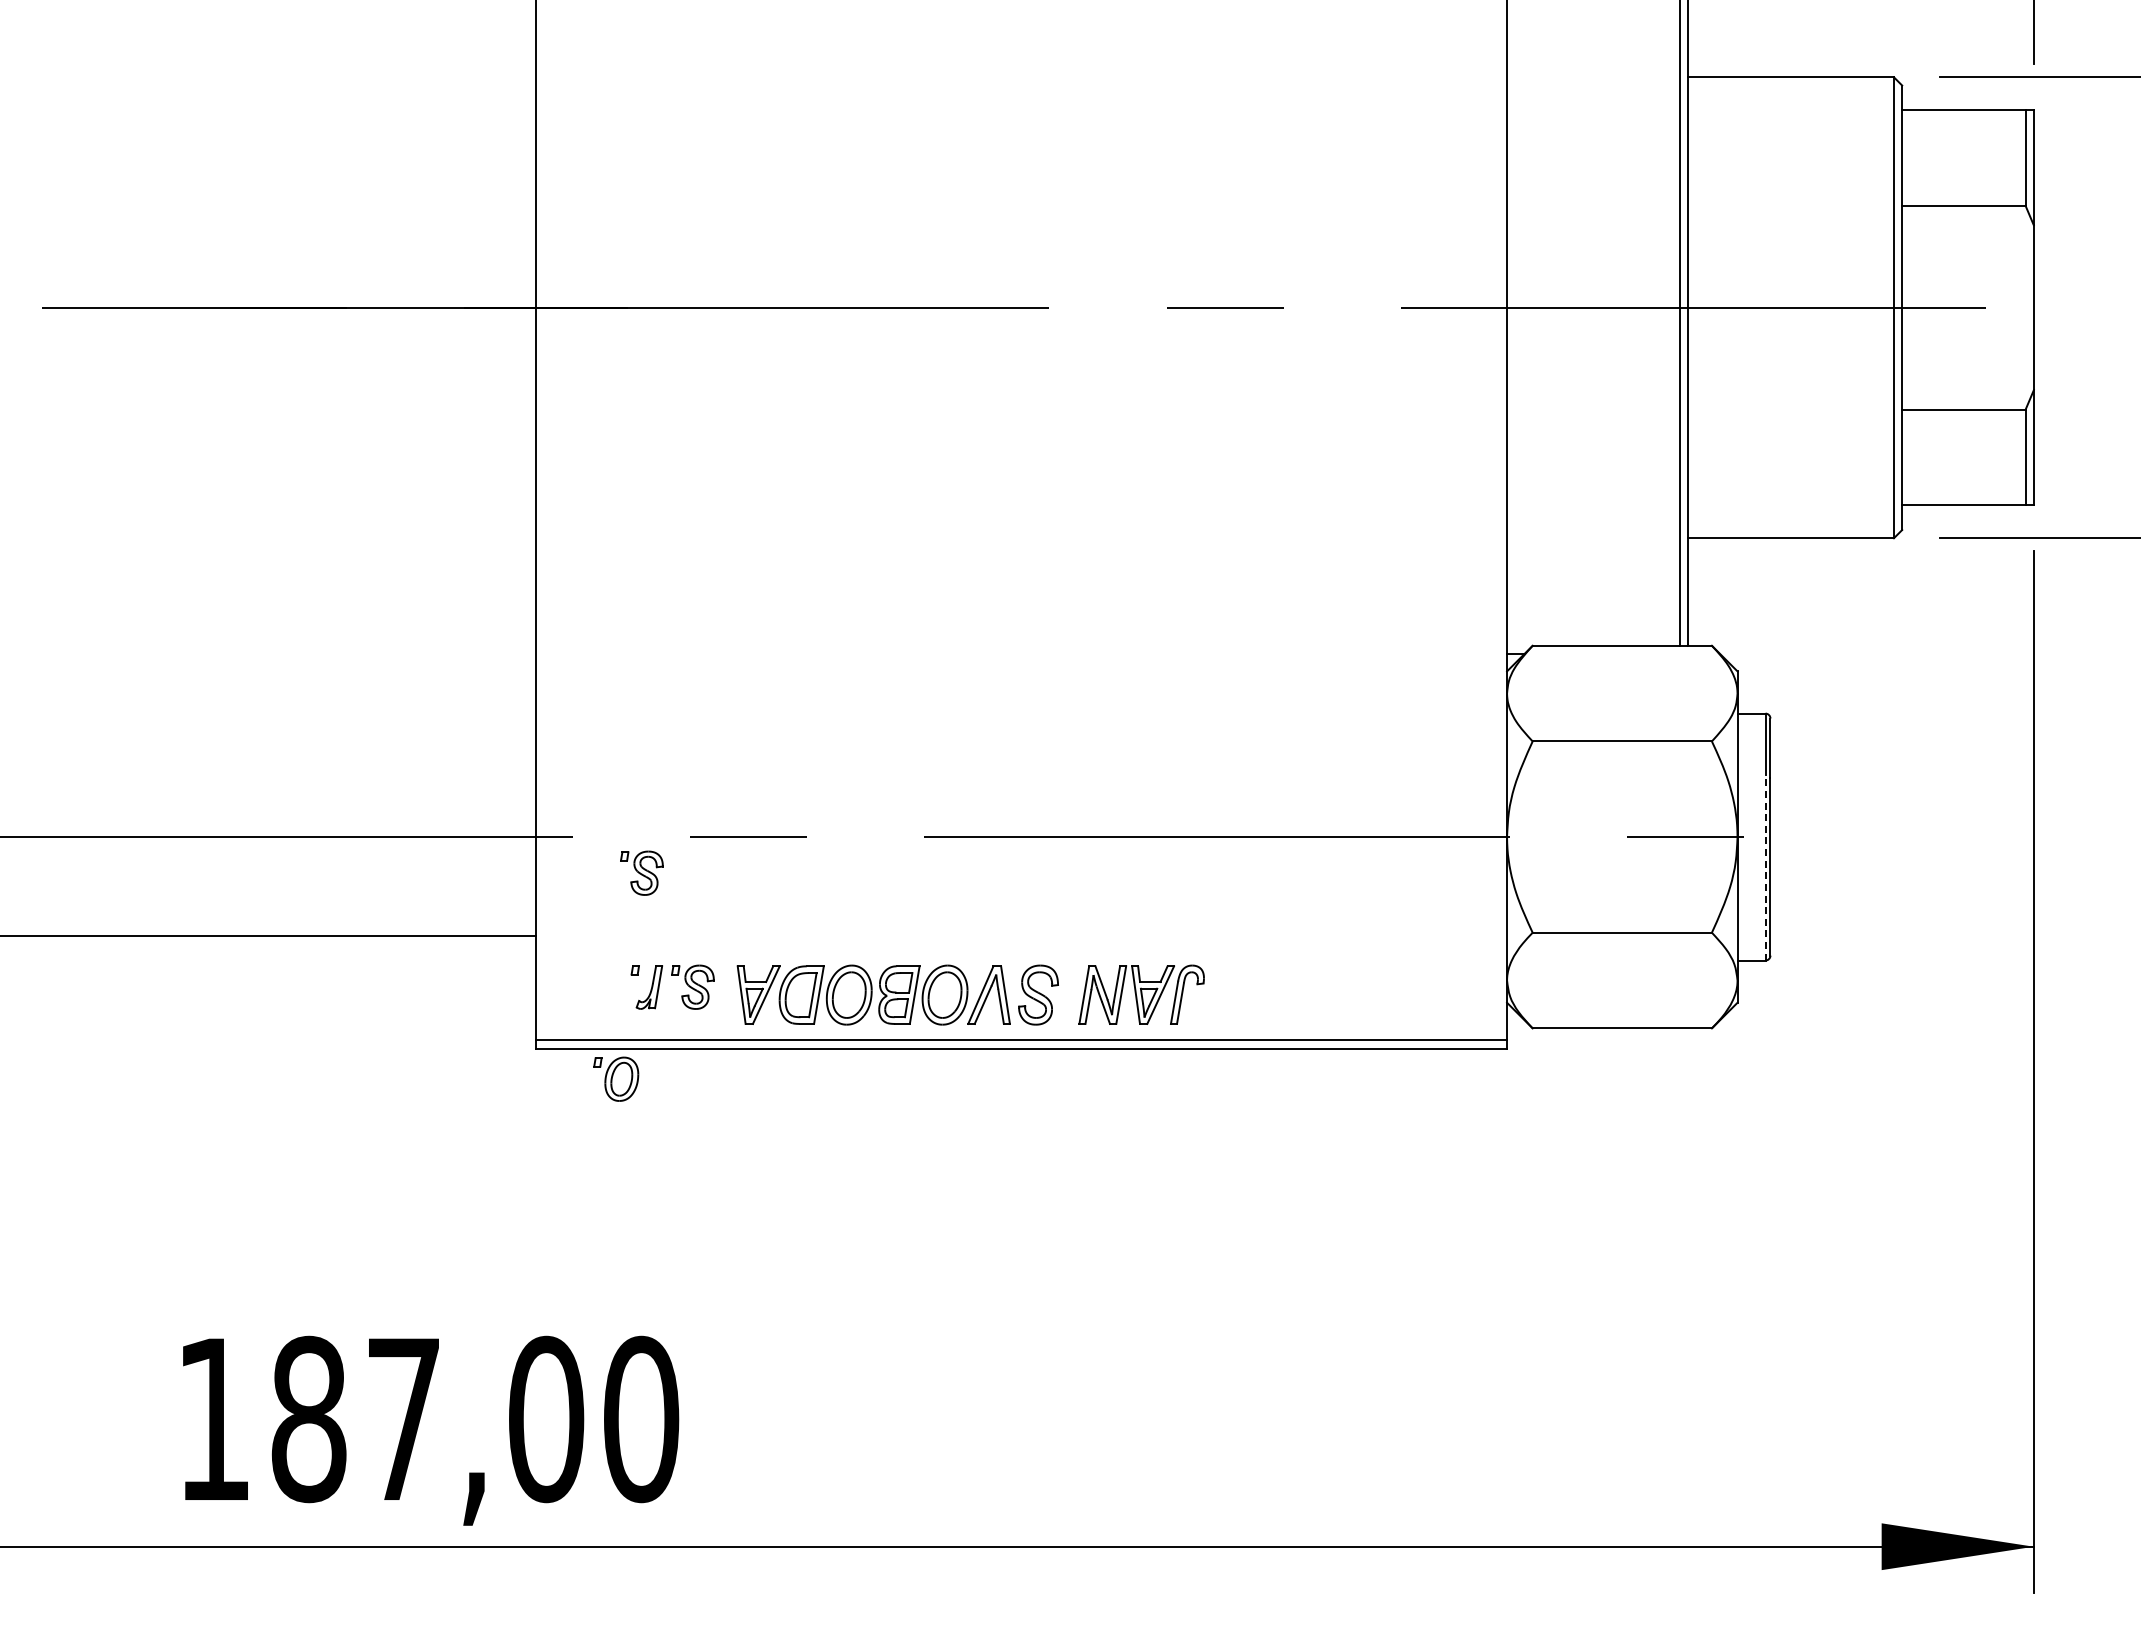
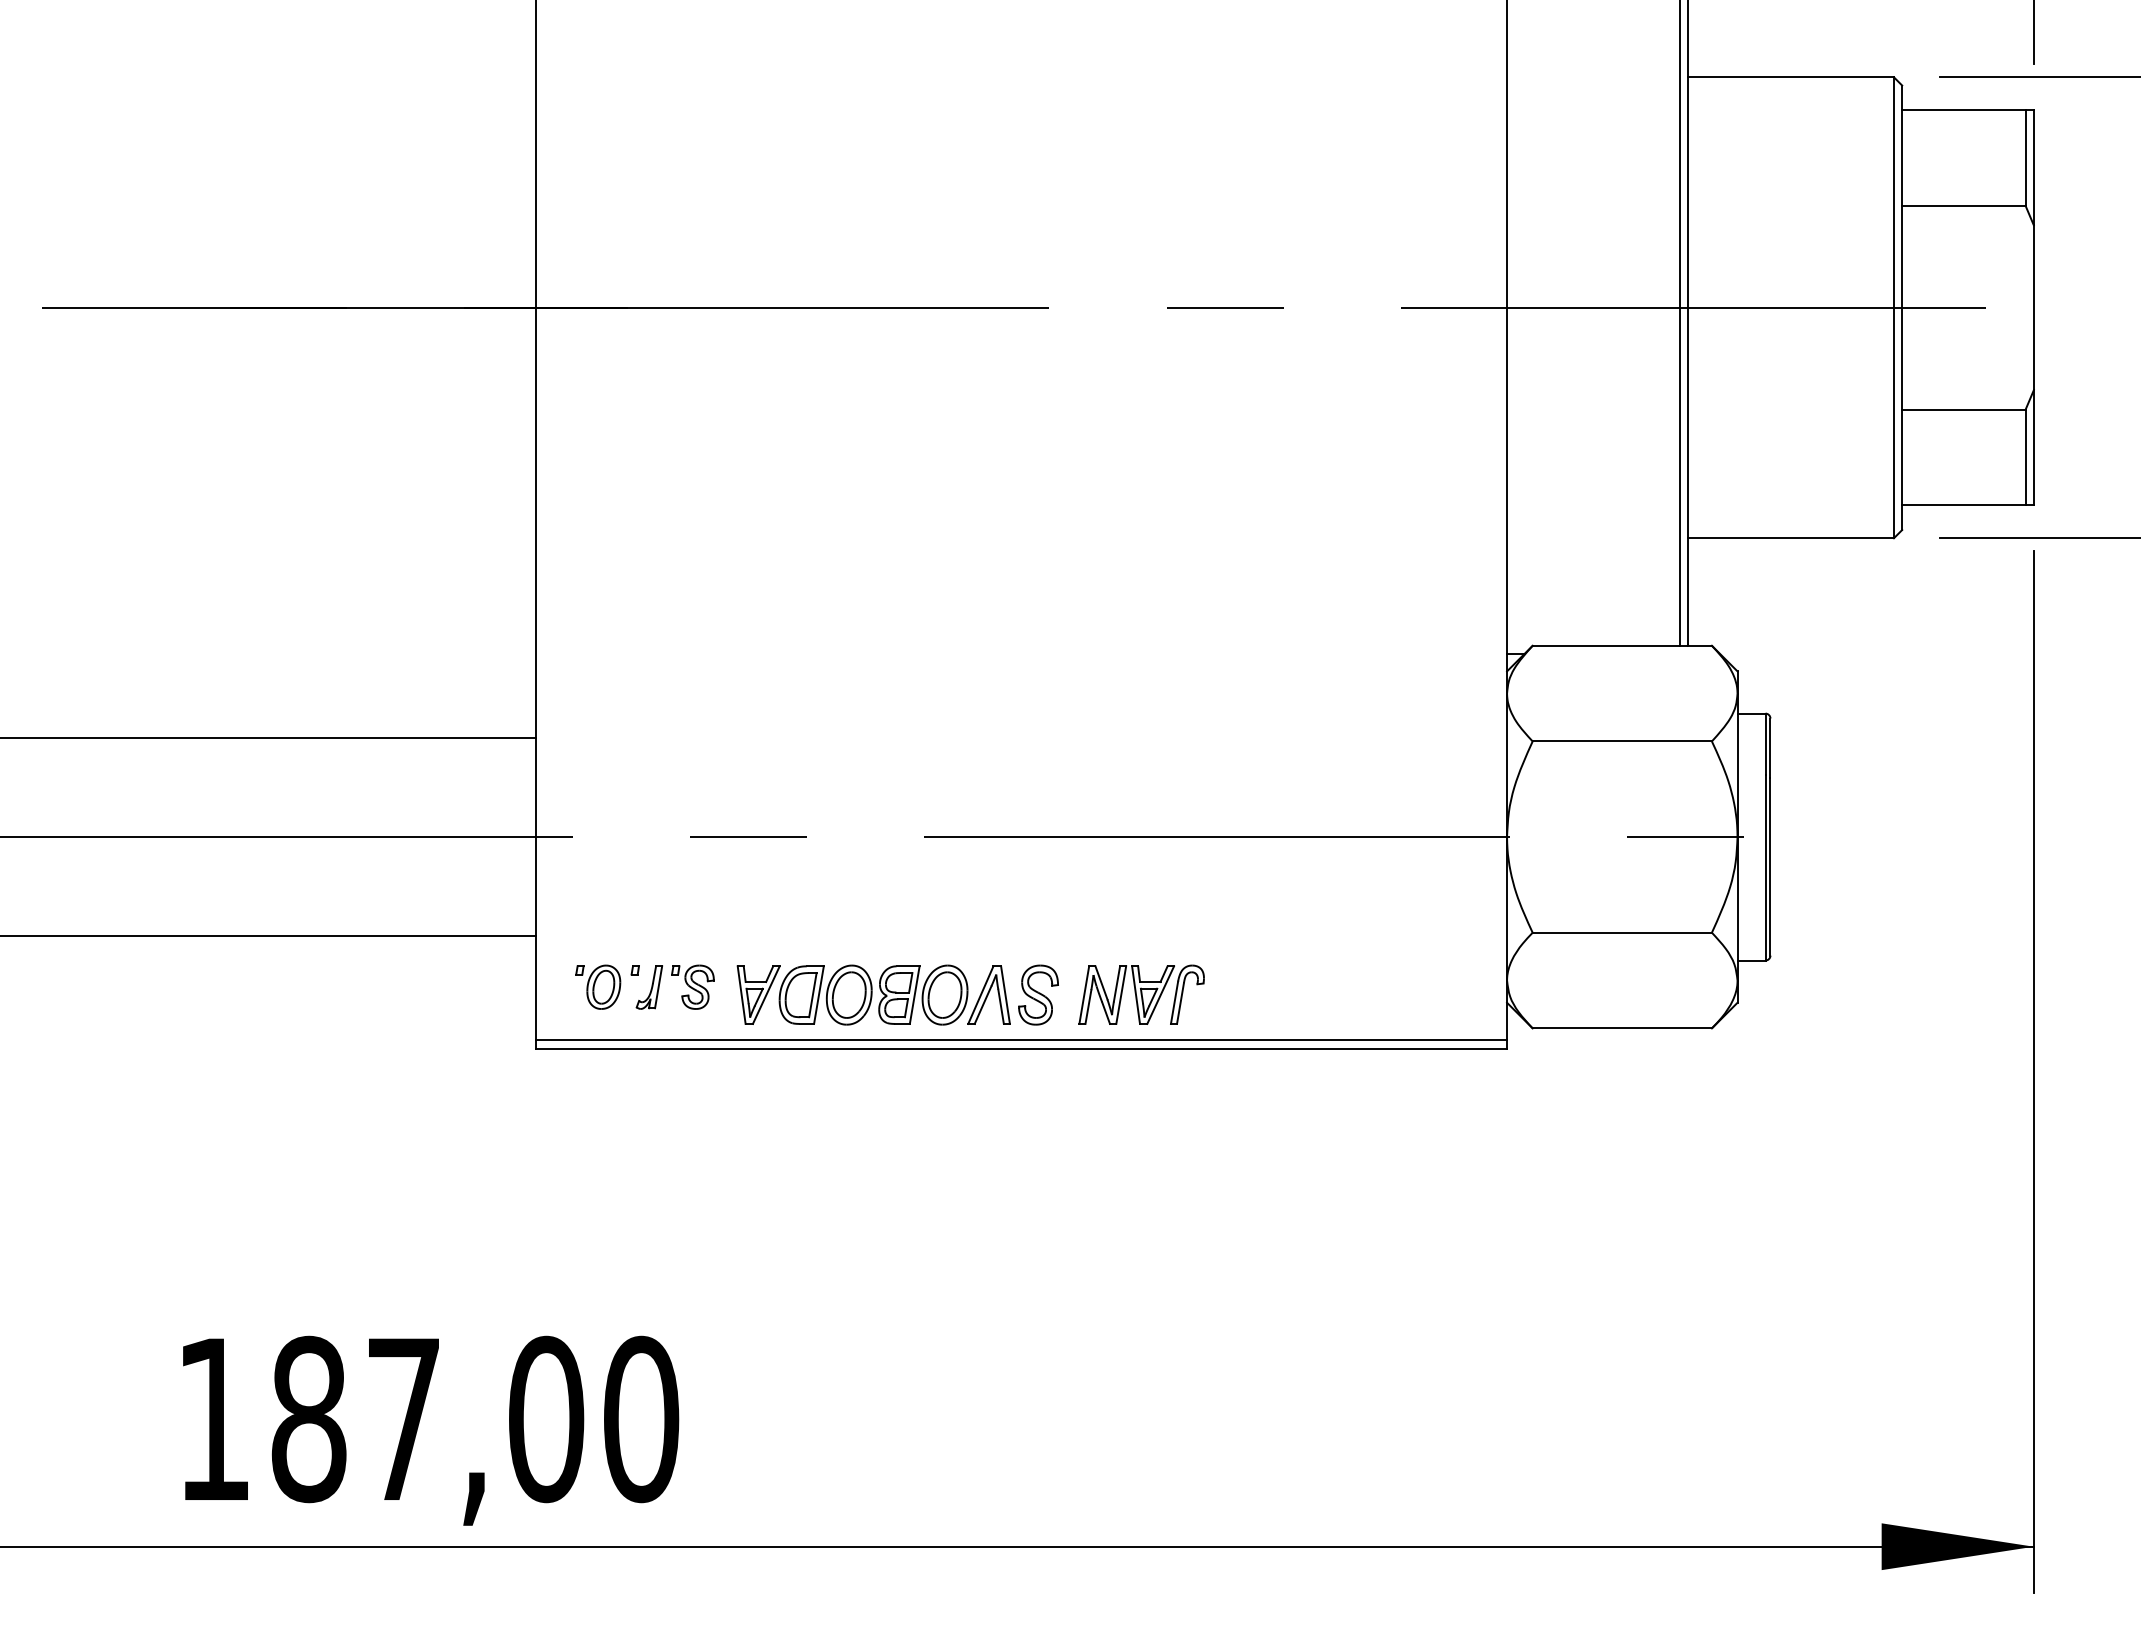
line at (268, 738): none -> present
line at (1765, 867): dashed -> solid
part at (641, 872): present -> none
part at (616, 1078) position: (616, 1078) -> (598, 986)
